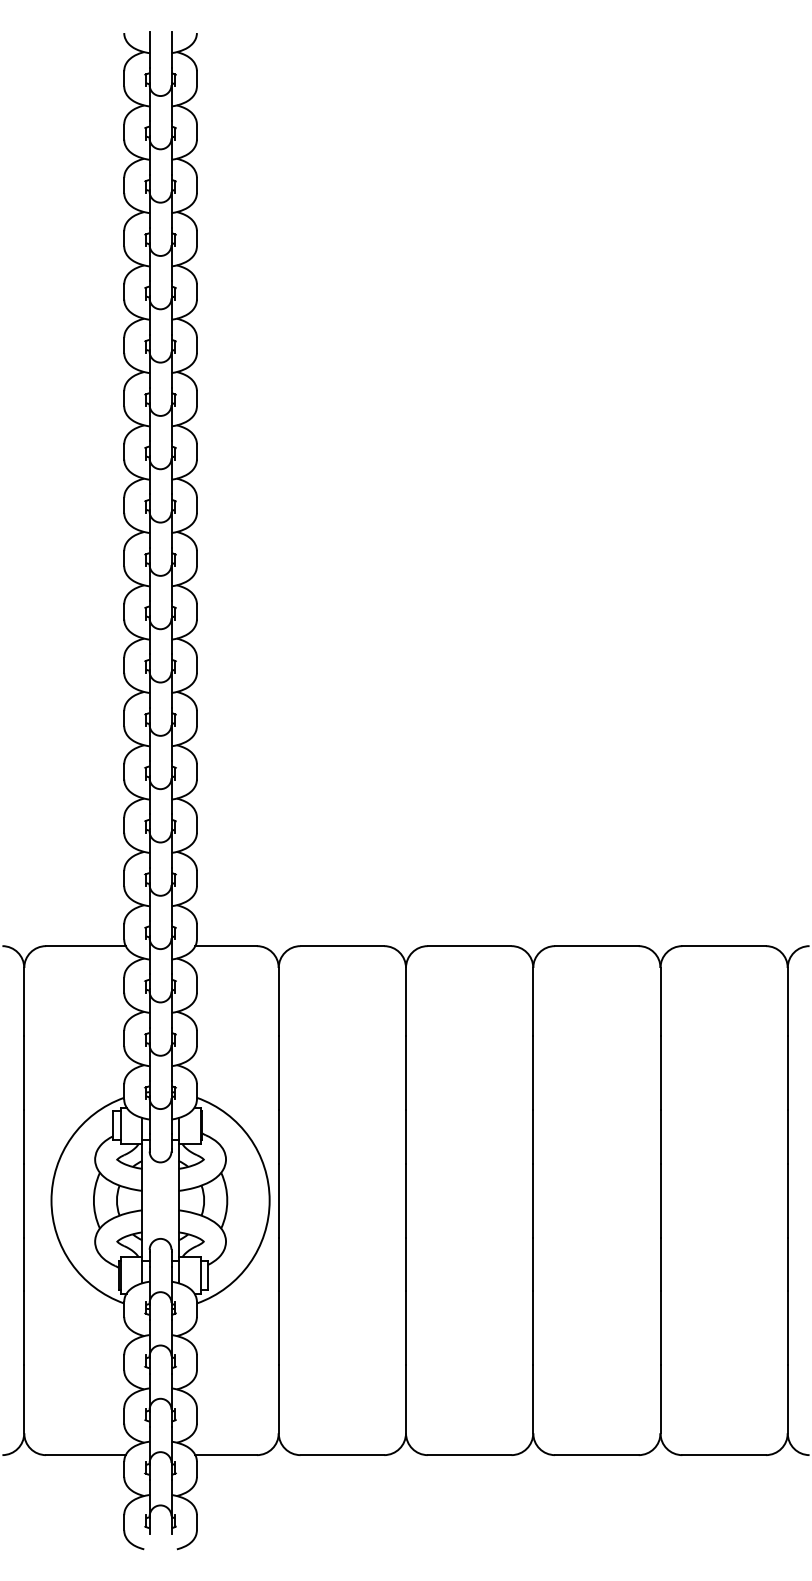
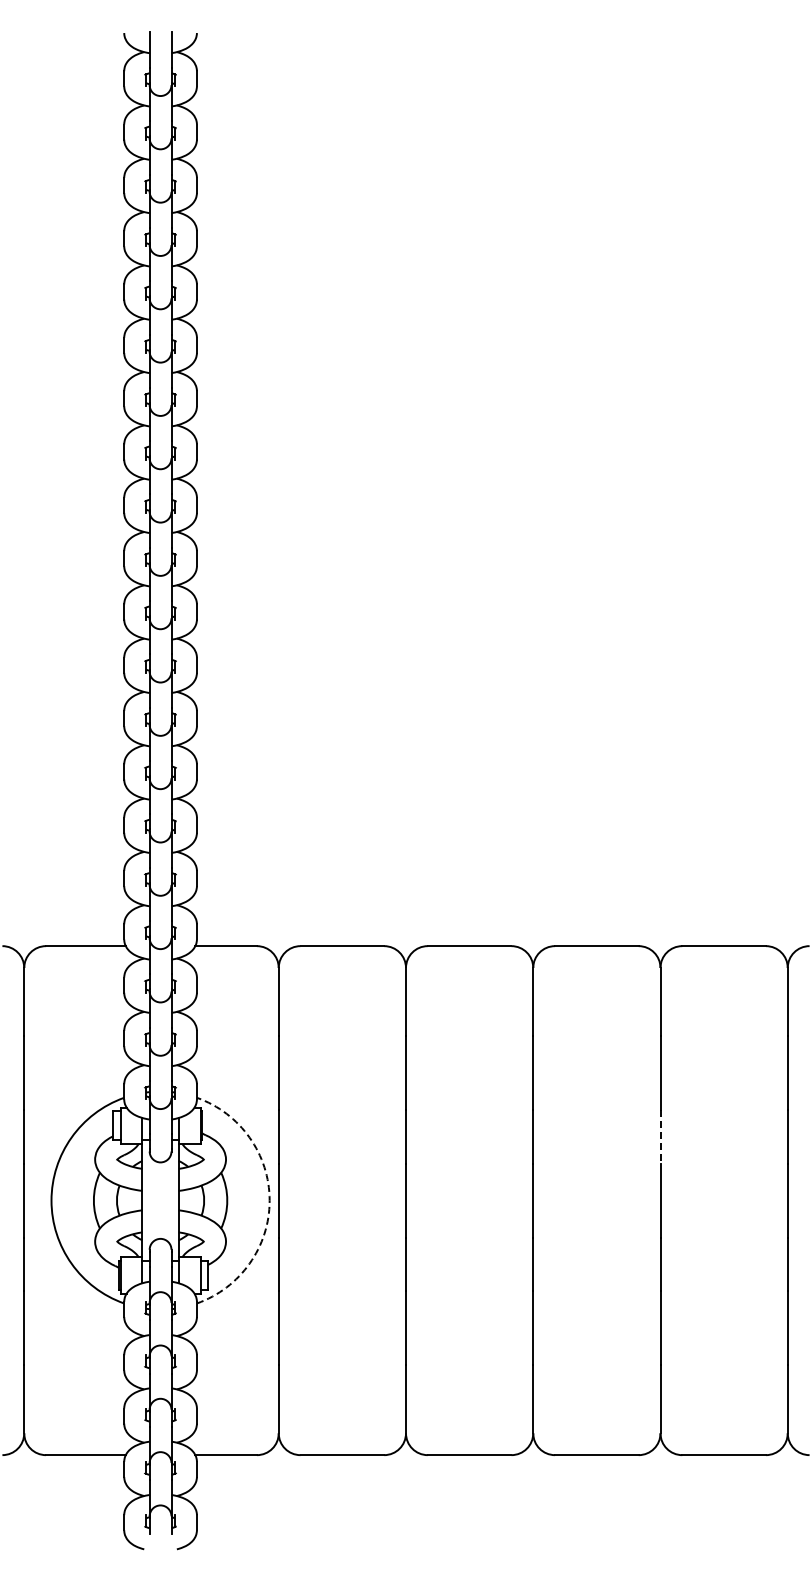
line at (660, 1137): solid -> dashed
arc at (269, 1200): solid -> dashed
